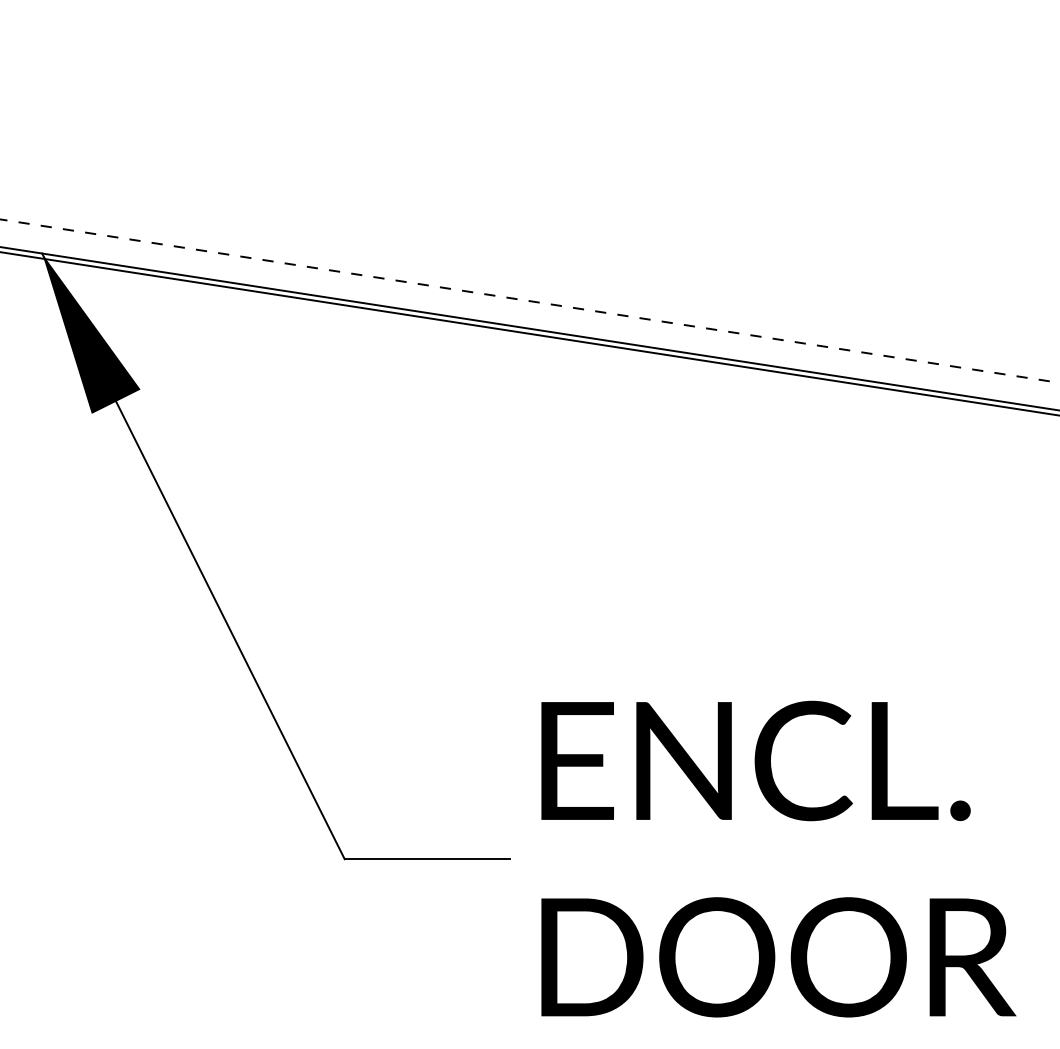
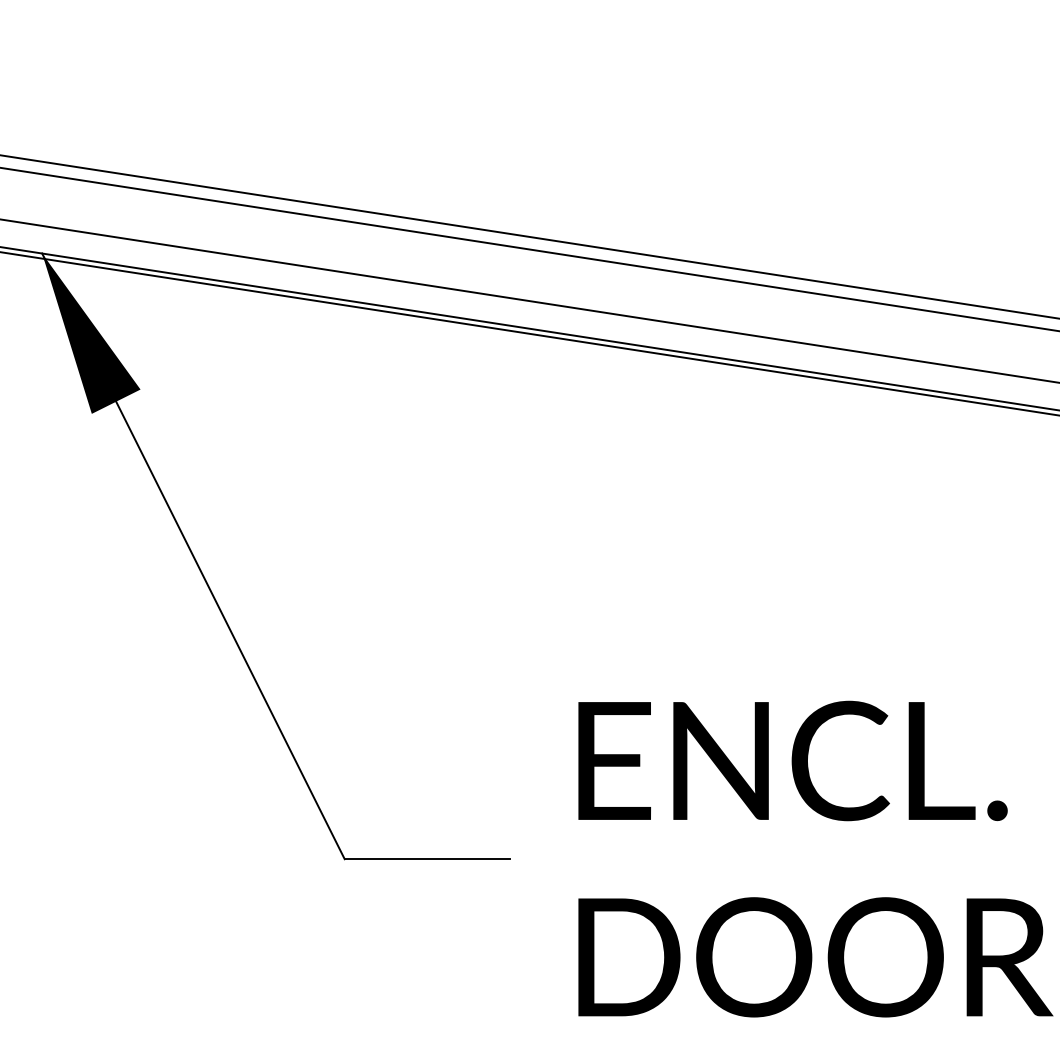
line at (529, 236): none -> present
line at (529, 249): none -> present
line at (530, 301): dashed -> solid
text at (778, 858) position: (778, 858) -> (815, 858)
